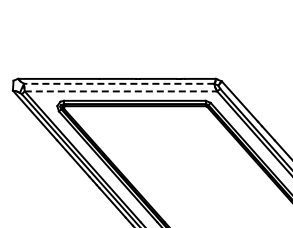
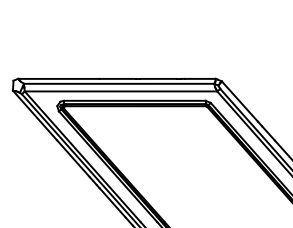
line at (118, 83): dashed -> solid
line at (121, 91): dashed -> solid
